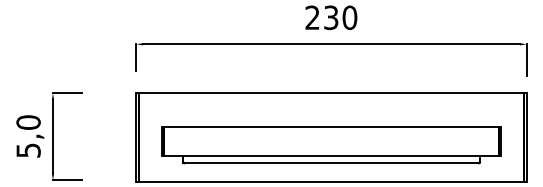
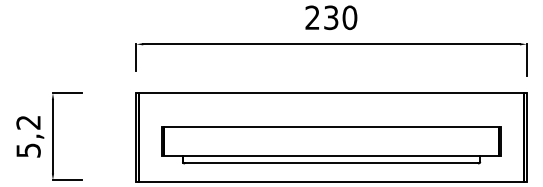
text at (28, 122): 5,0 -> 5,2
